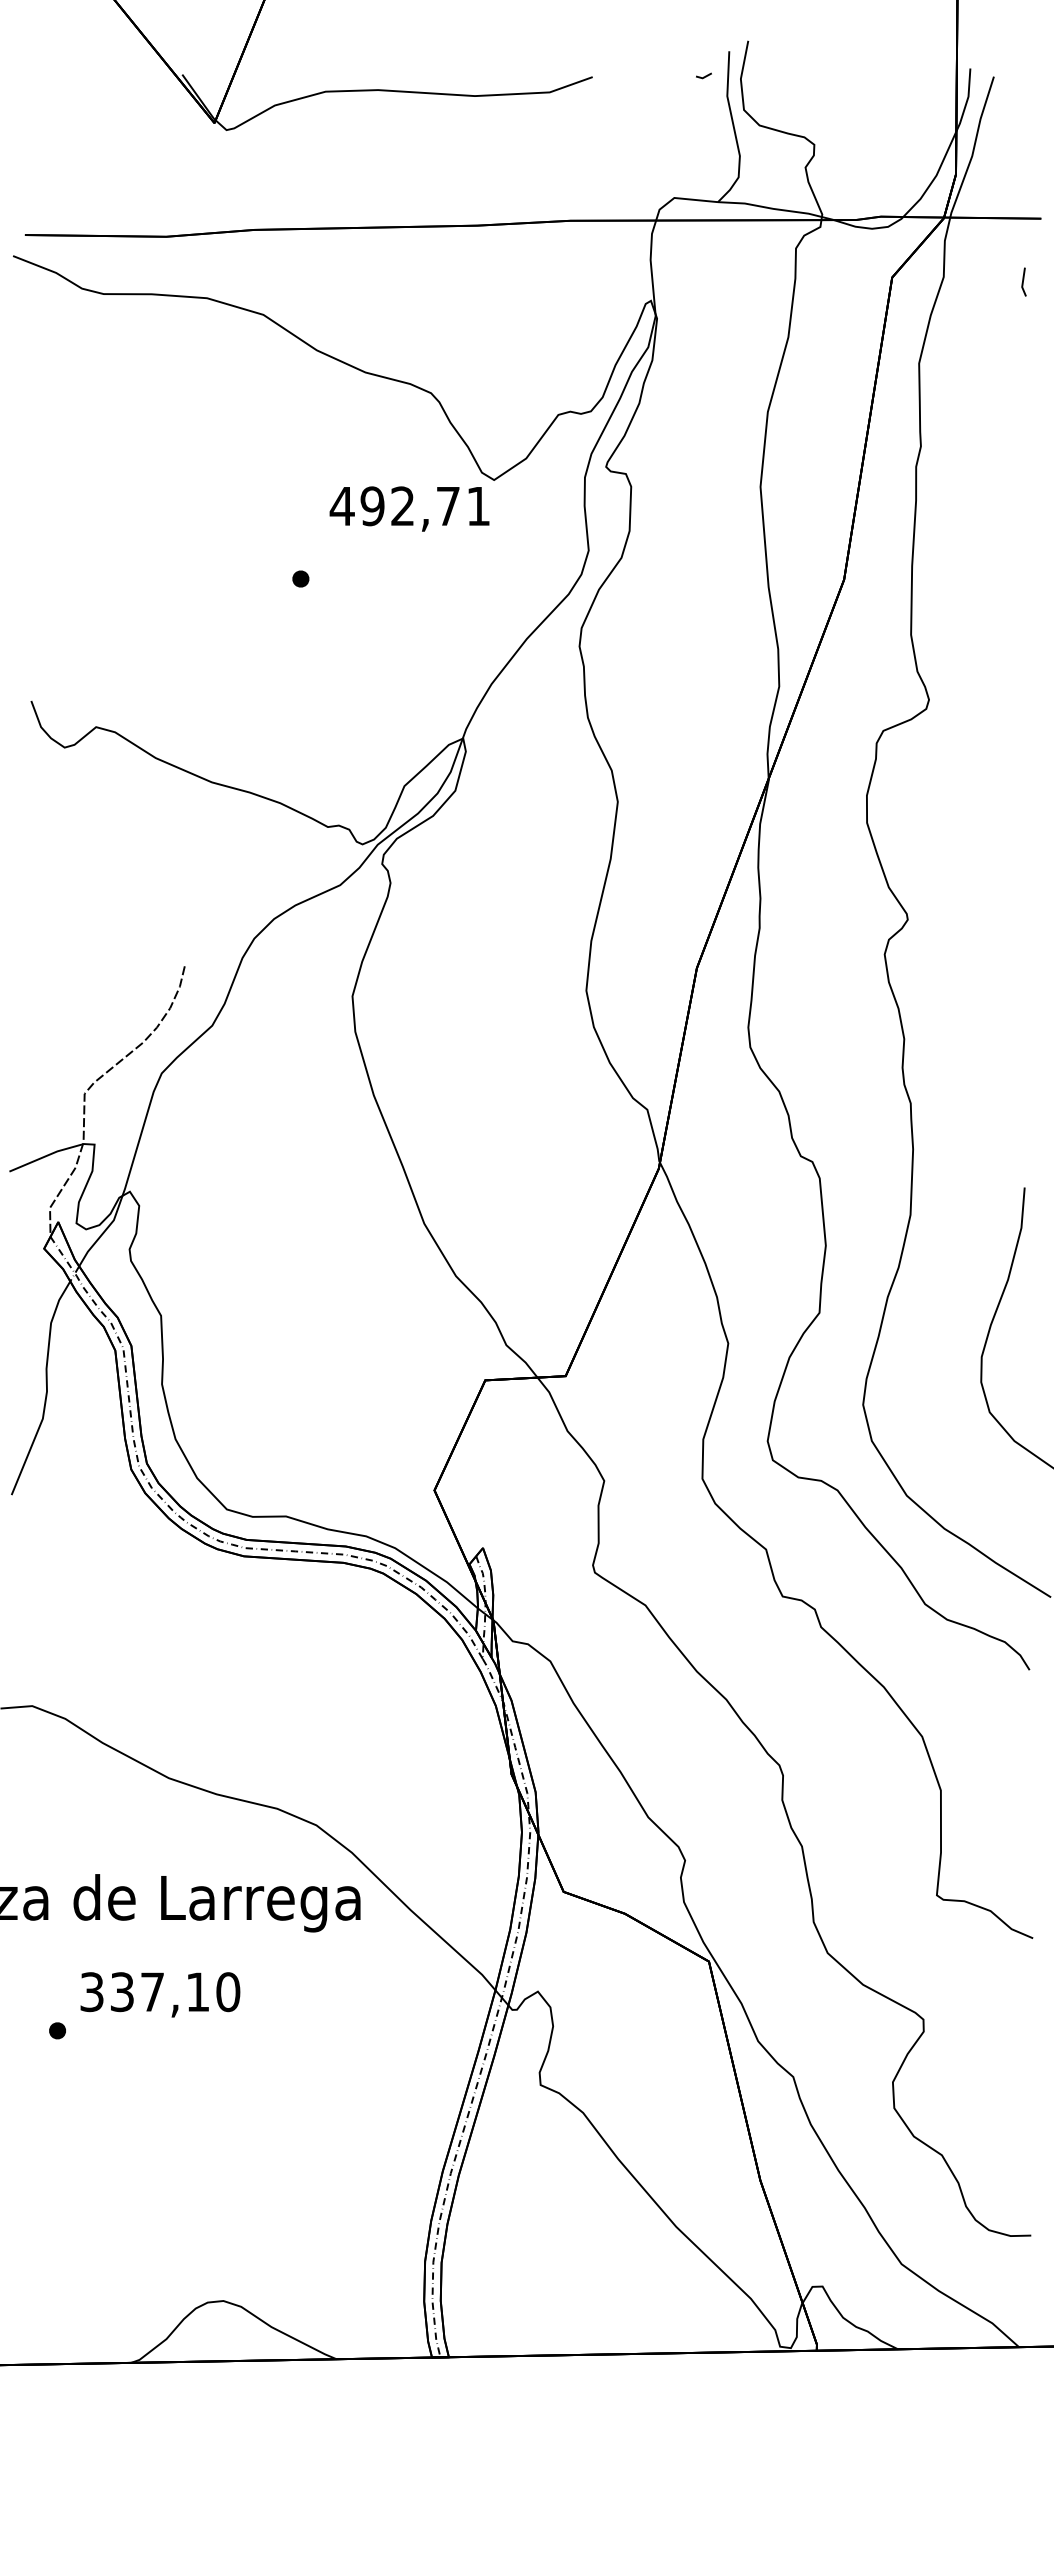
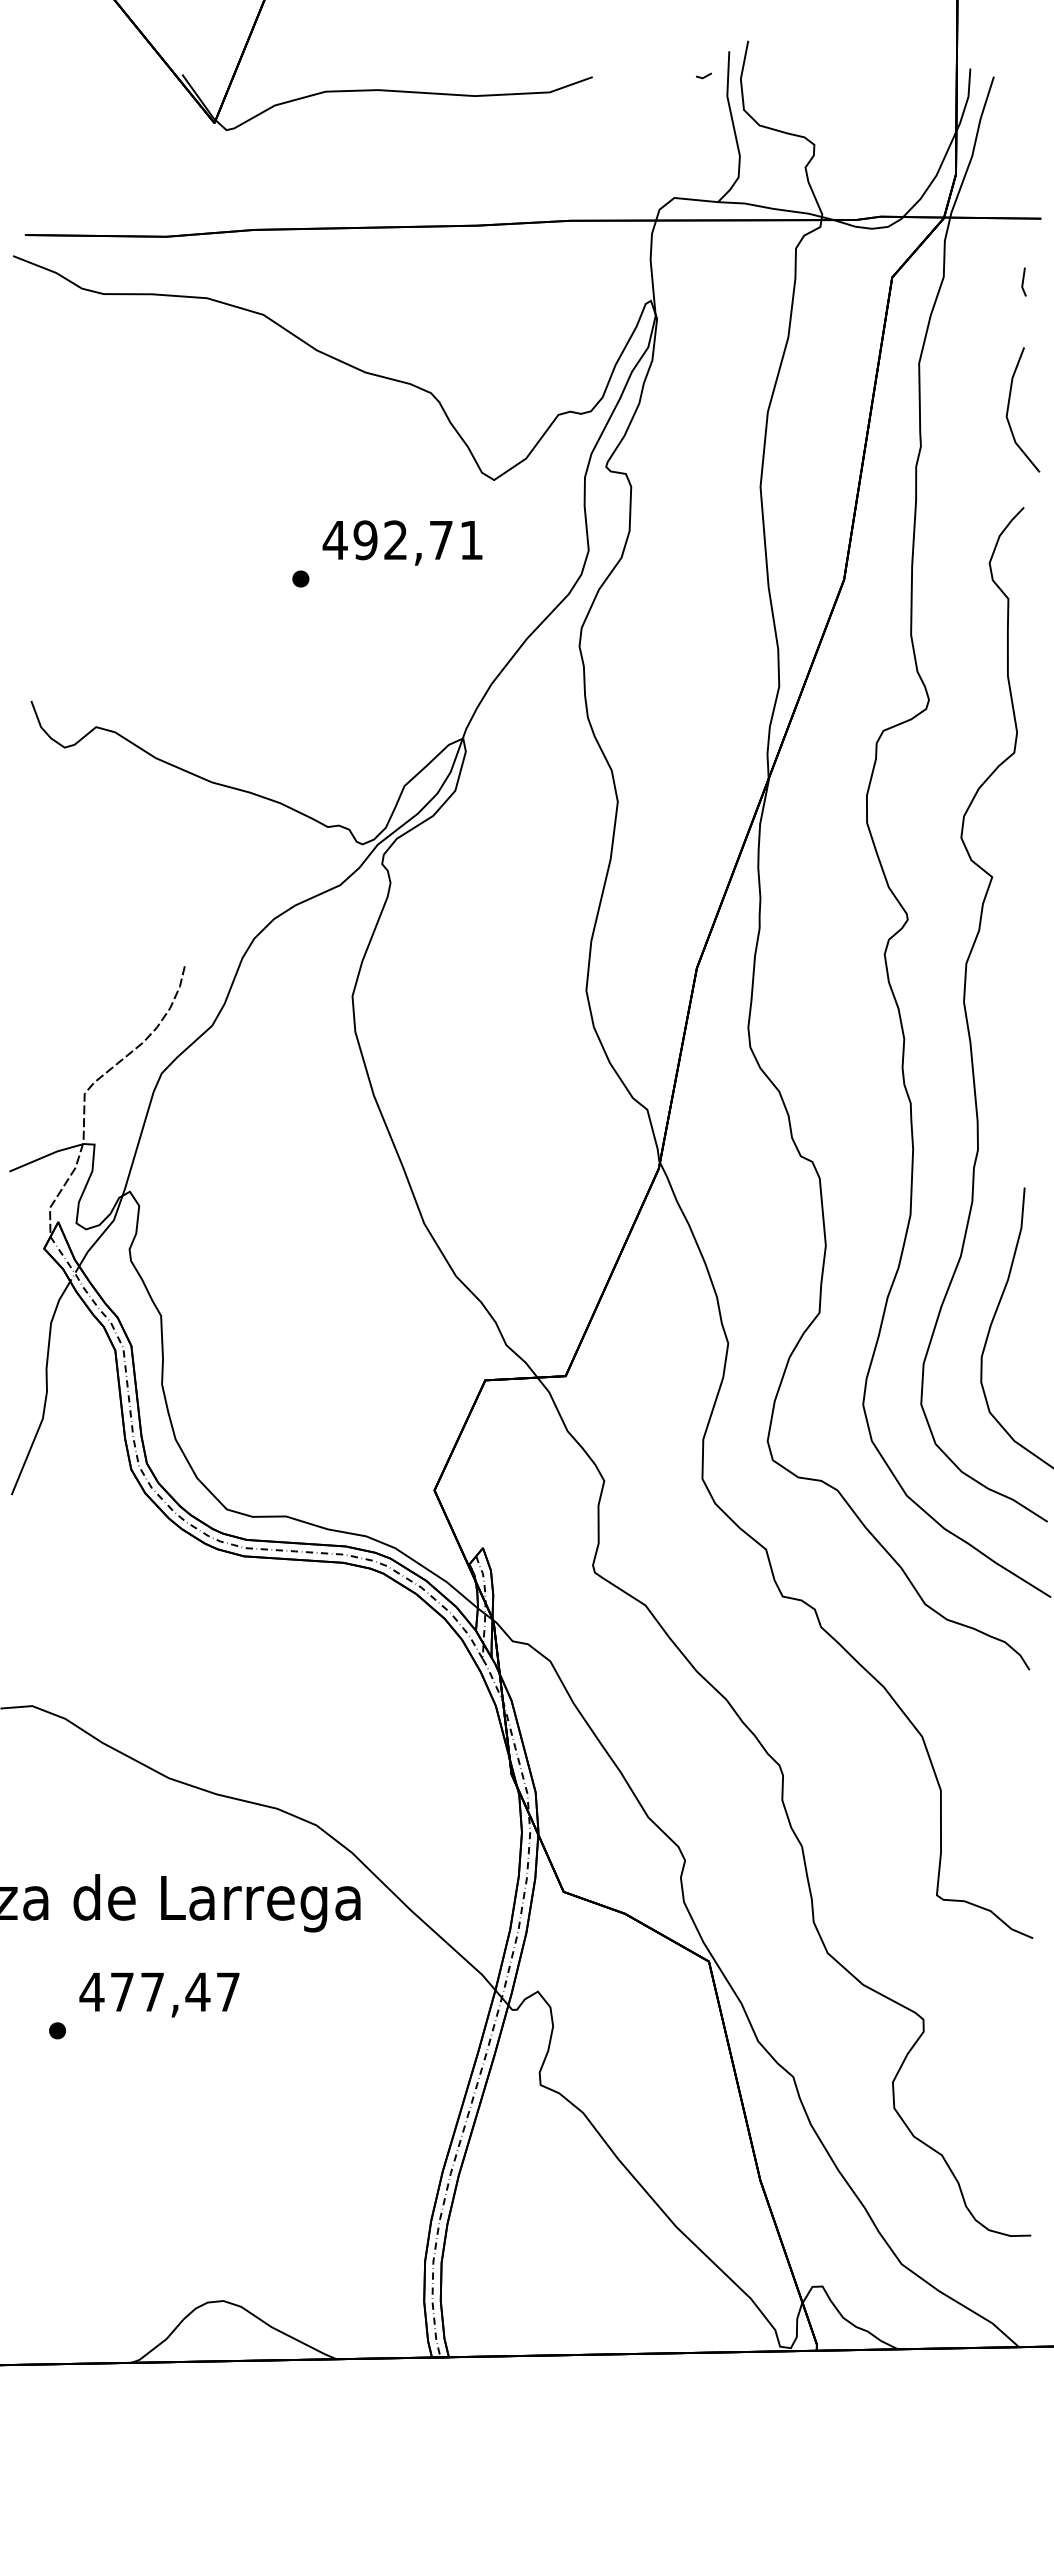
line at (1009, 406): none -> present
text at (409, 508) position: (409, 508) -> (402, 542)
curve at (967, 1016): none -> present
text at (159, 1992): 337,10 -> 477,47
